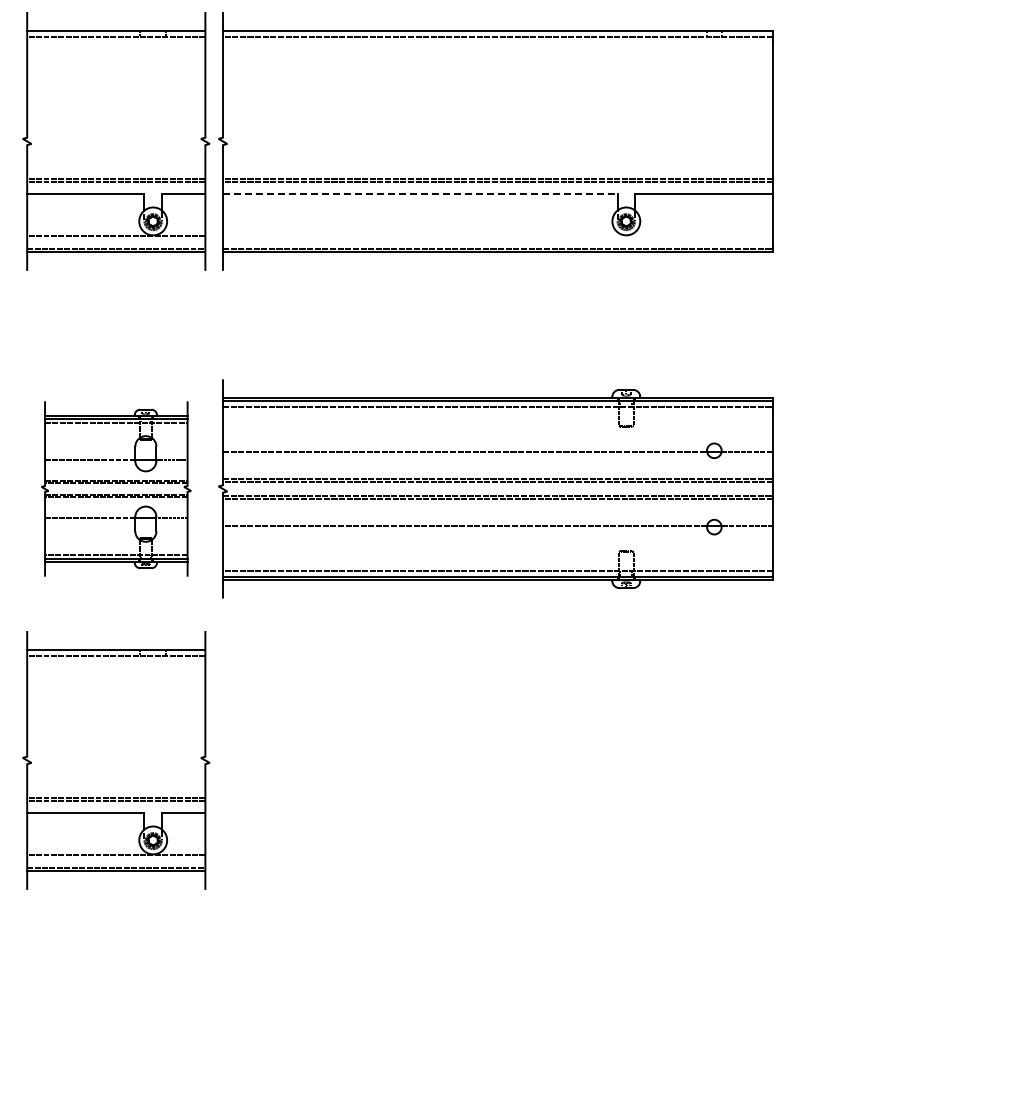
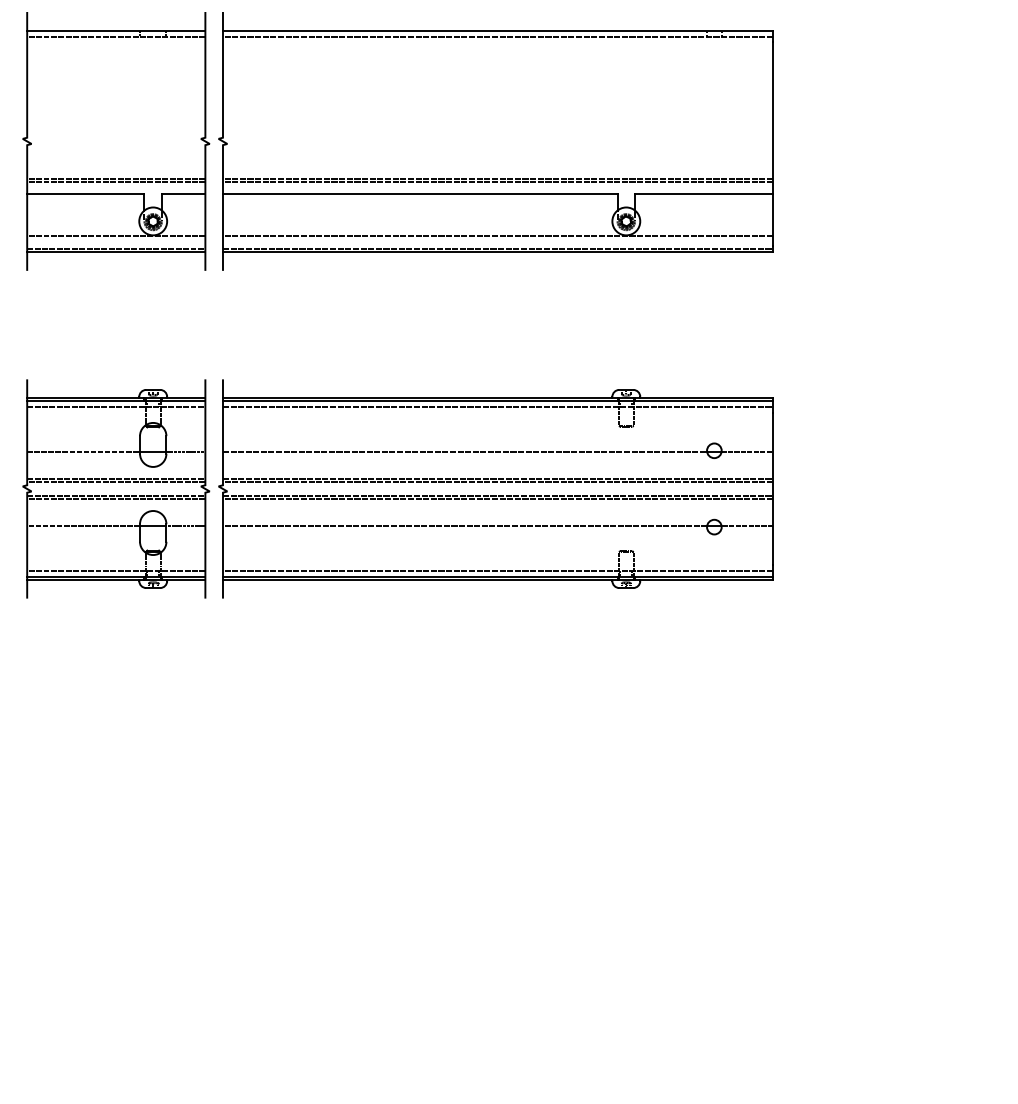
line at (420, 193): dashed -> solid
line at (497, 236): none -> present
part at (116, 488) size: 151x176 px -> 189x220 px
part at (116, 760): present -> none
